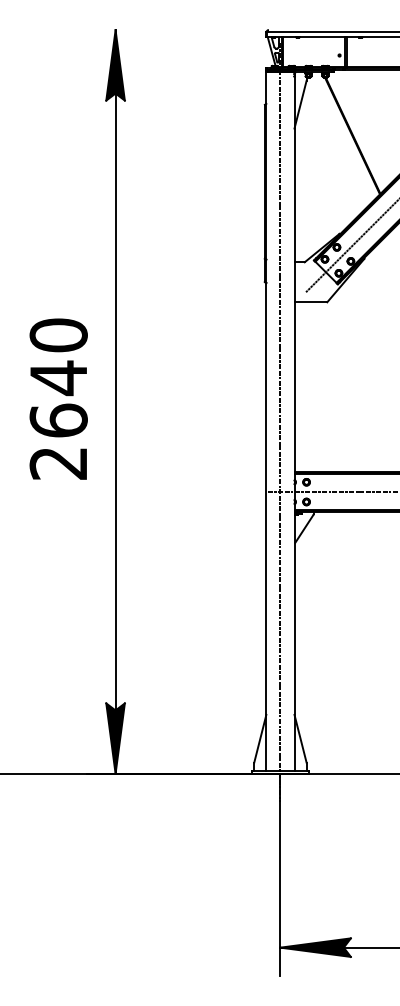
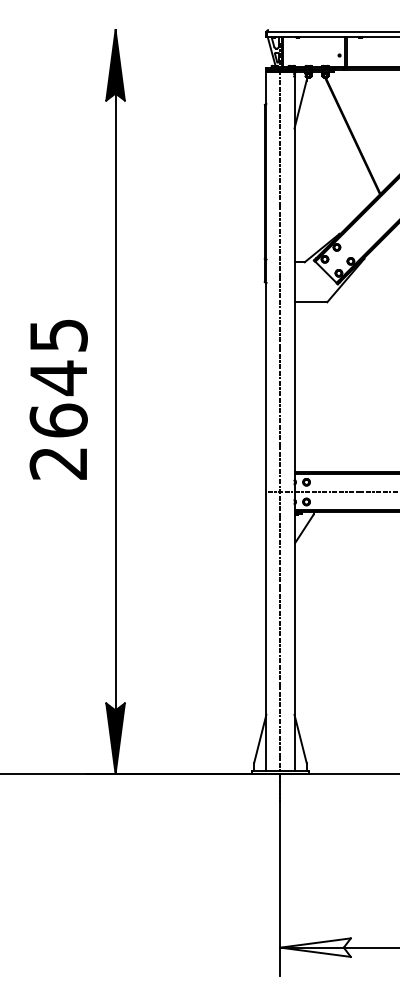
line at (351, 246): present -> none
text at (58, 335): 2640 -> 2645
fill at (315, 947): present -> none
